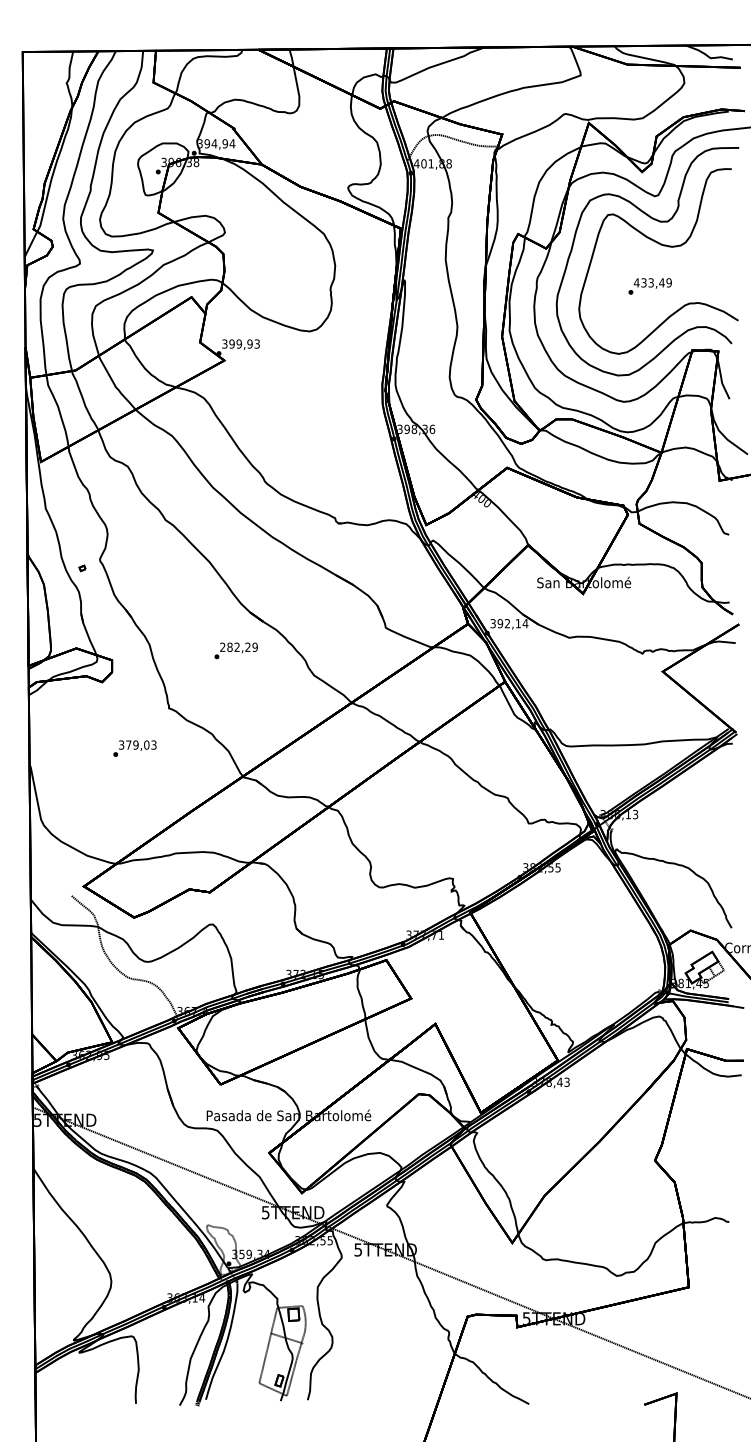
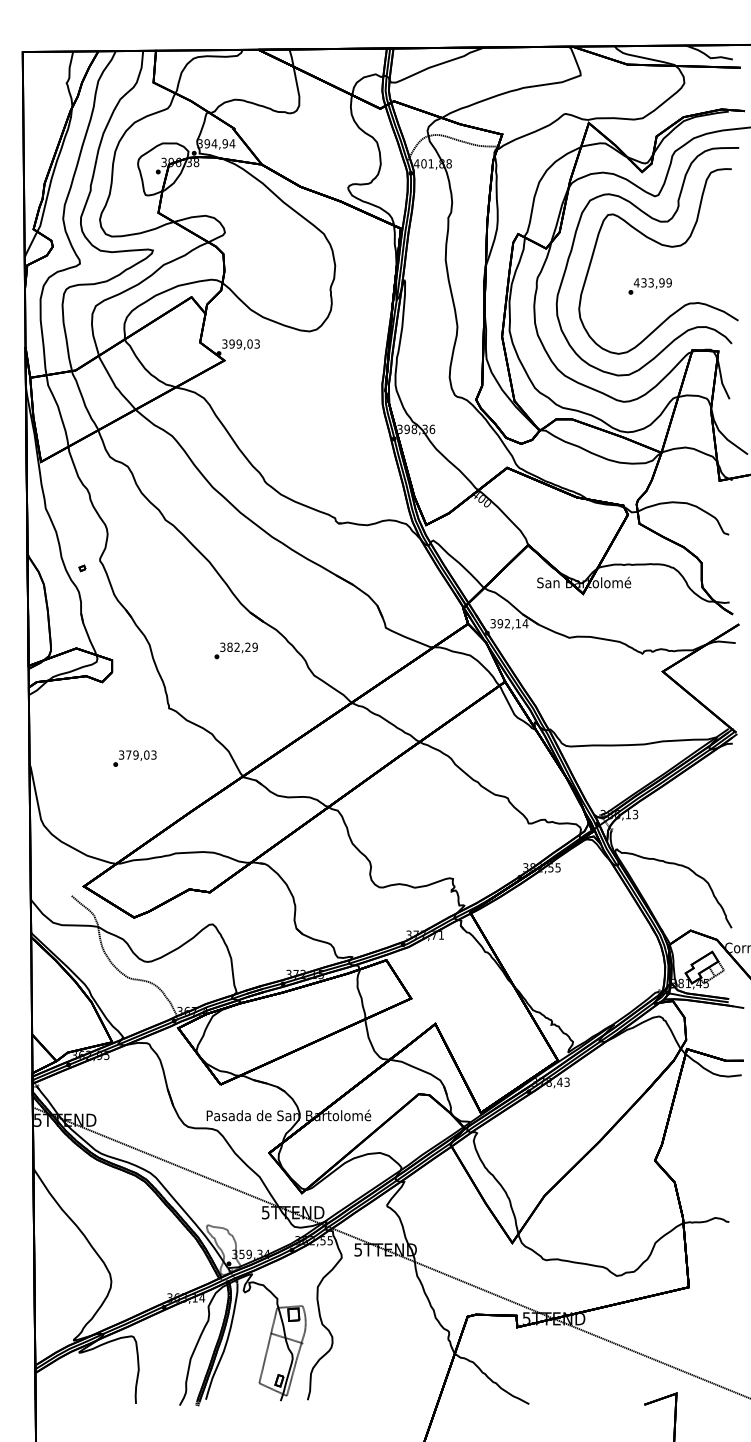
text at (661, 282): 433,49 -> 433,99
text at (249, 343): 399,93 -> 399,03
text at (222, 647): 282,29 -> 382,29
text at (134, 748) position: (134, 748) -> (134, 758)
